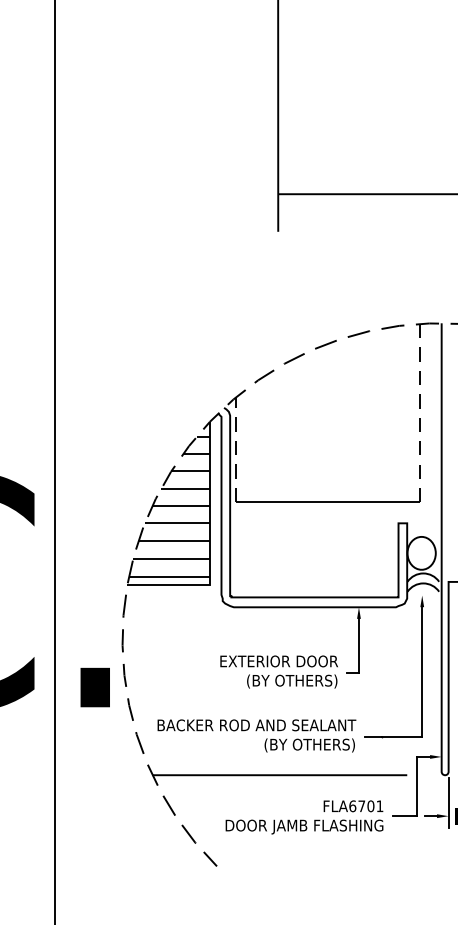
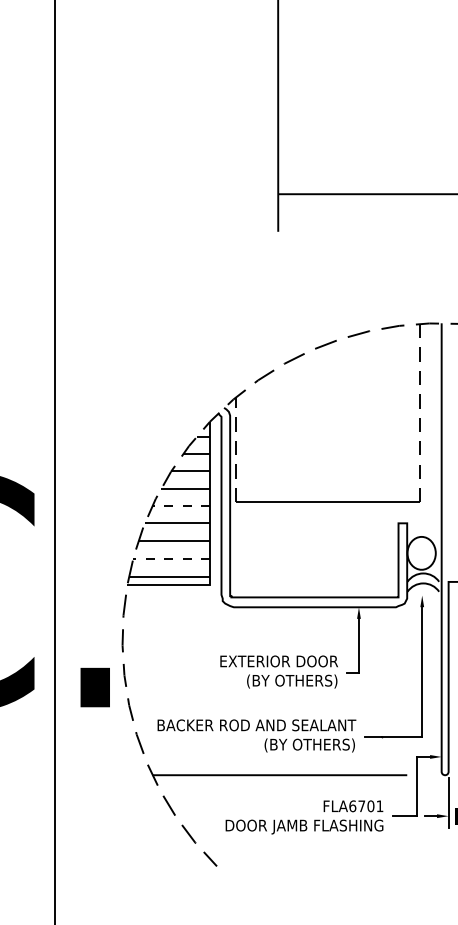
line at (181, 506): solid -> dashed
line at (171, 559): solid -> dashed
